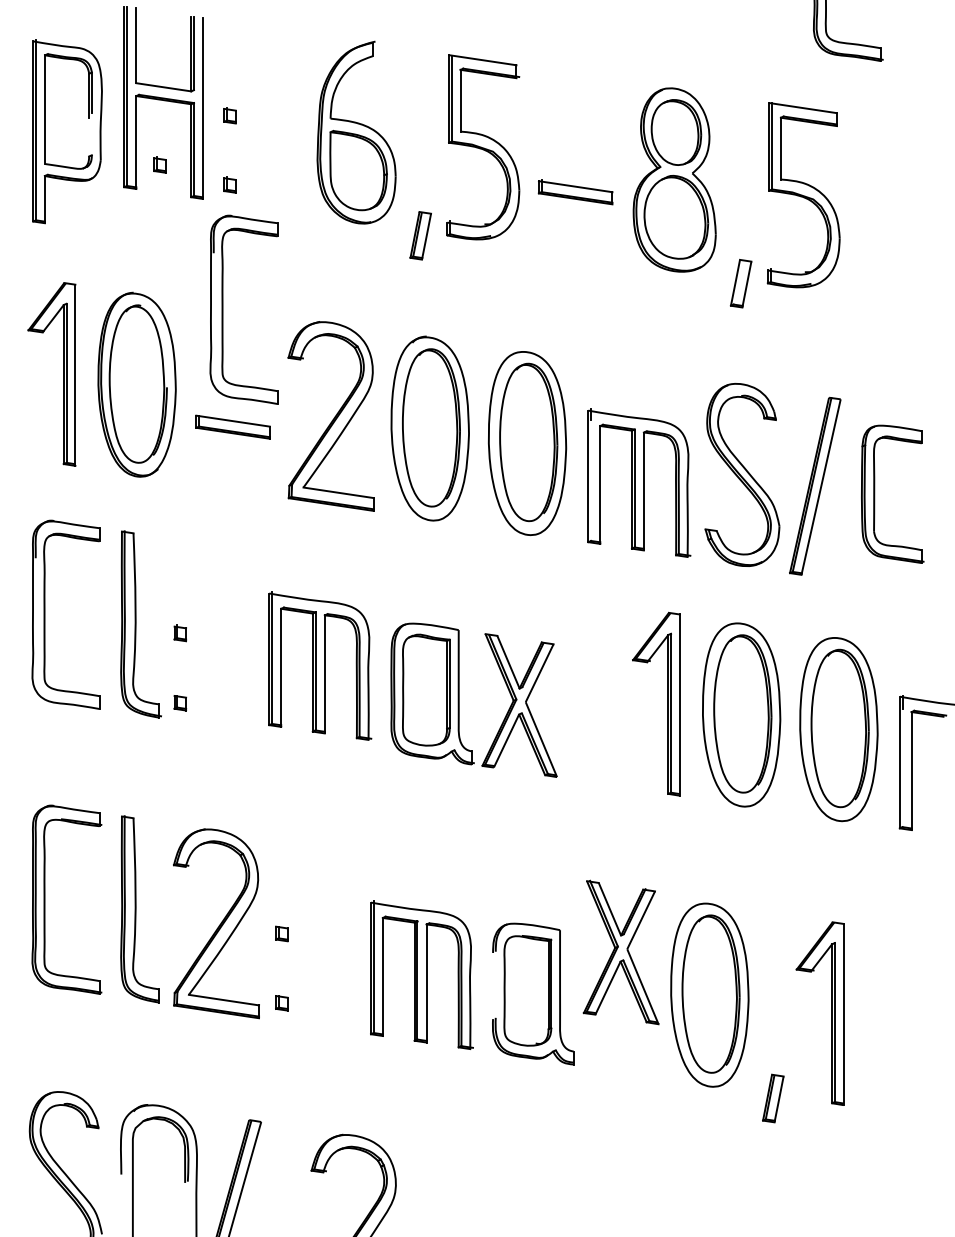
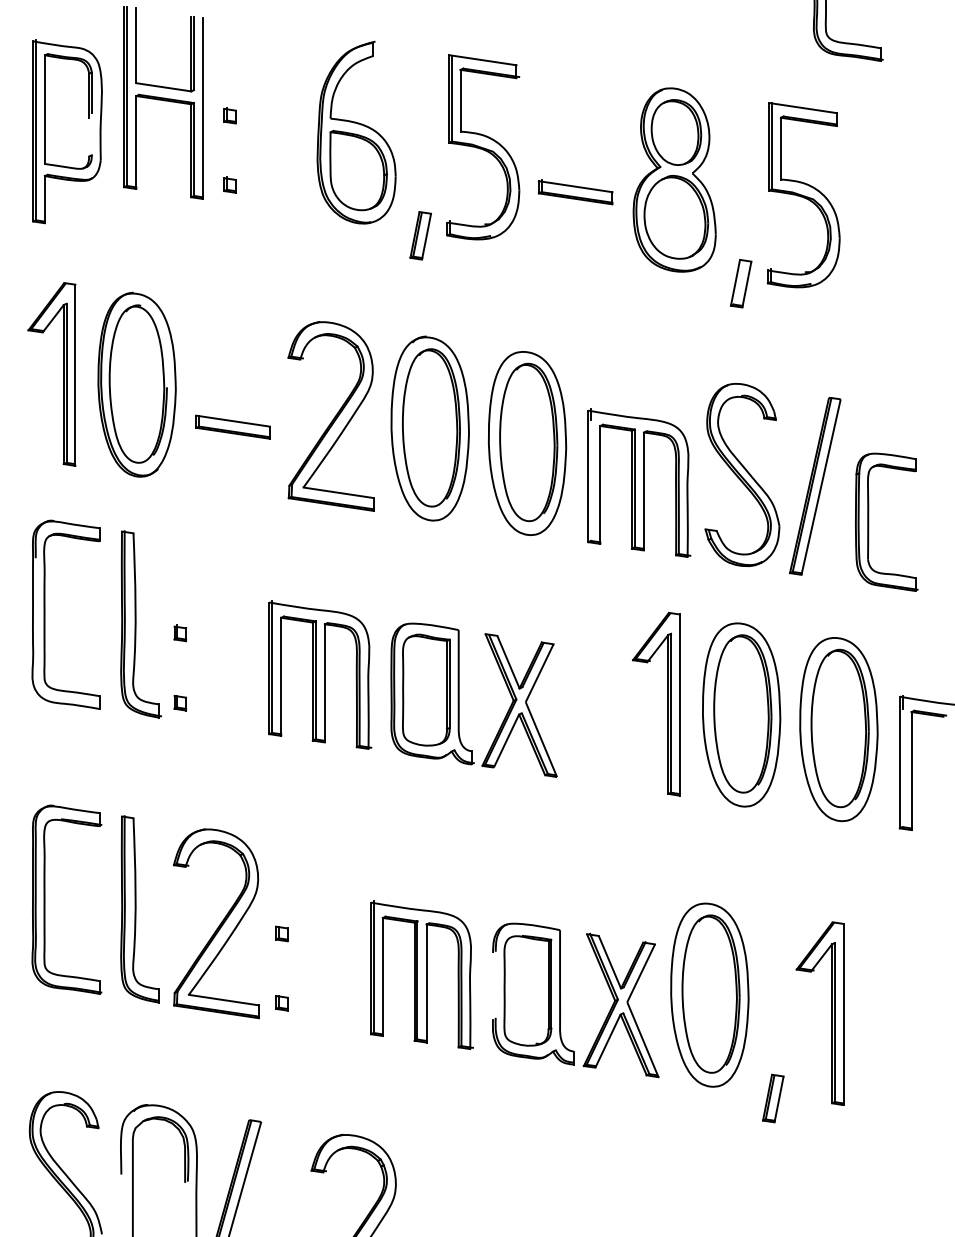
part at (159, 164): present -> none
part at (223, 309): present -> none
part at (875, 493) position: (875, 493) -> (869, 521)
part at (320, 665) position: (320, 665) -> (320, 674)
part at (620, 952) position: (620, 952) -> (620, 1005)
